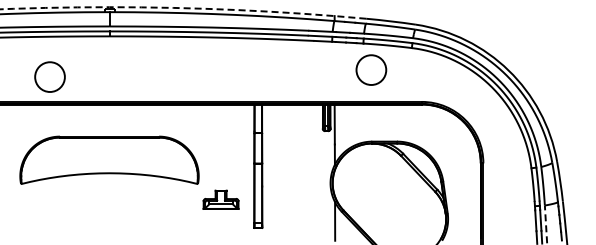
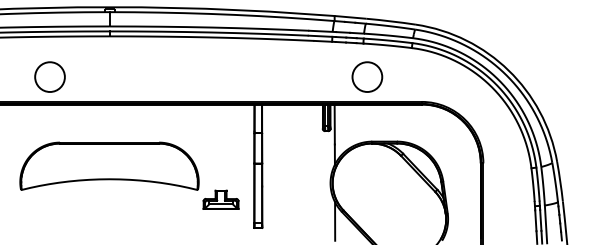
arc at (182, 8): dashed -> solid
circle at (371, 69) position: (371, 69) -> (367, 76)
part at (109, 159) position: (109, 159) -> (109, 165)
line at (546, 224): dashed -> solid
